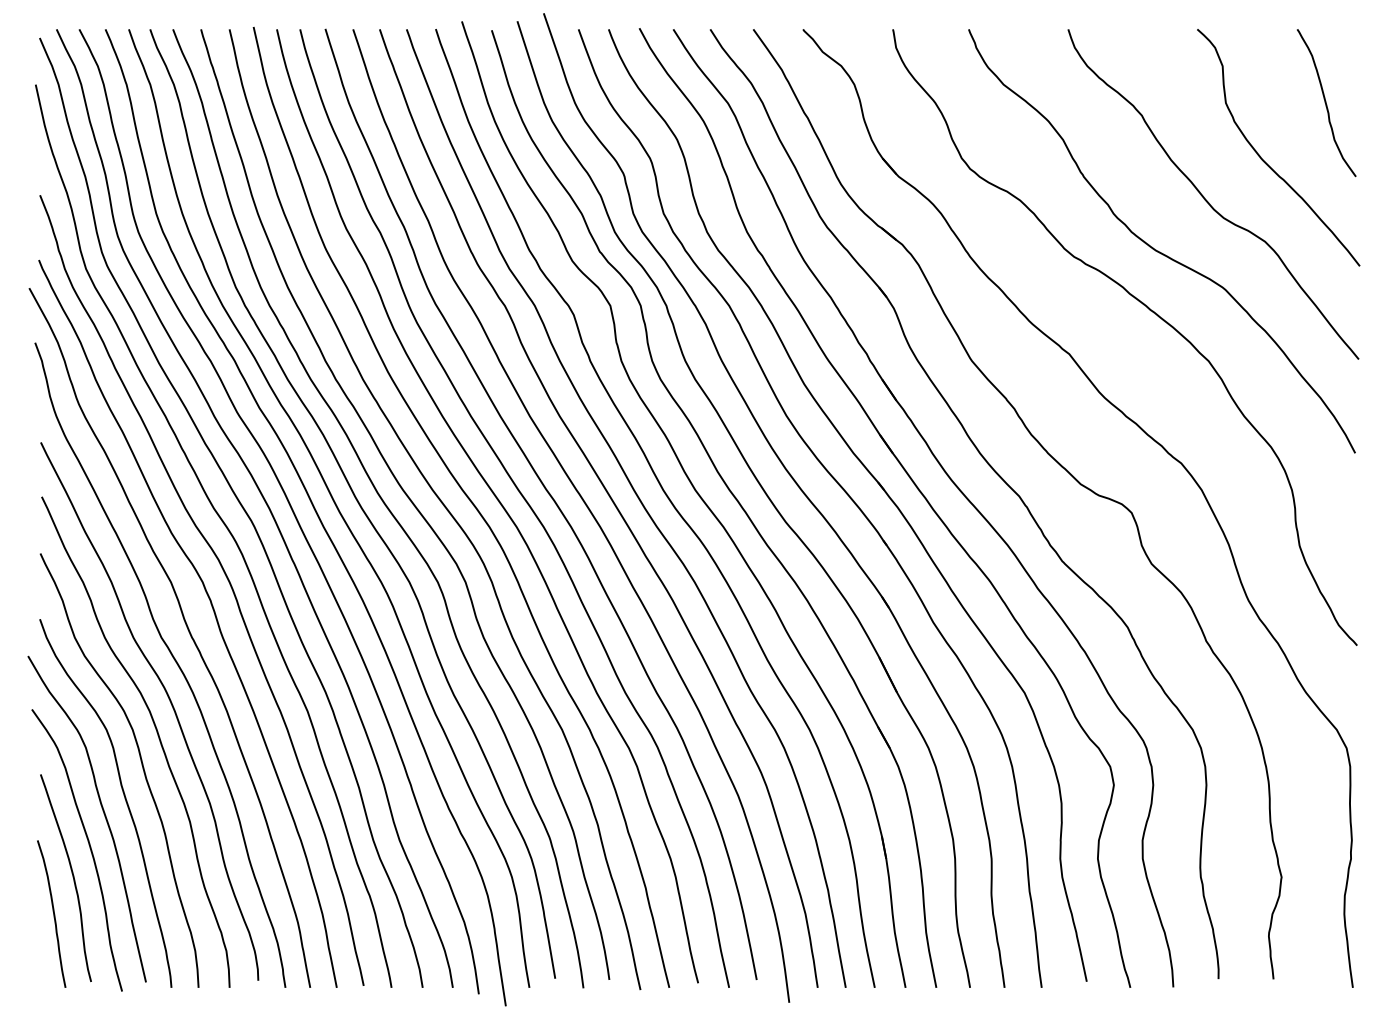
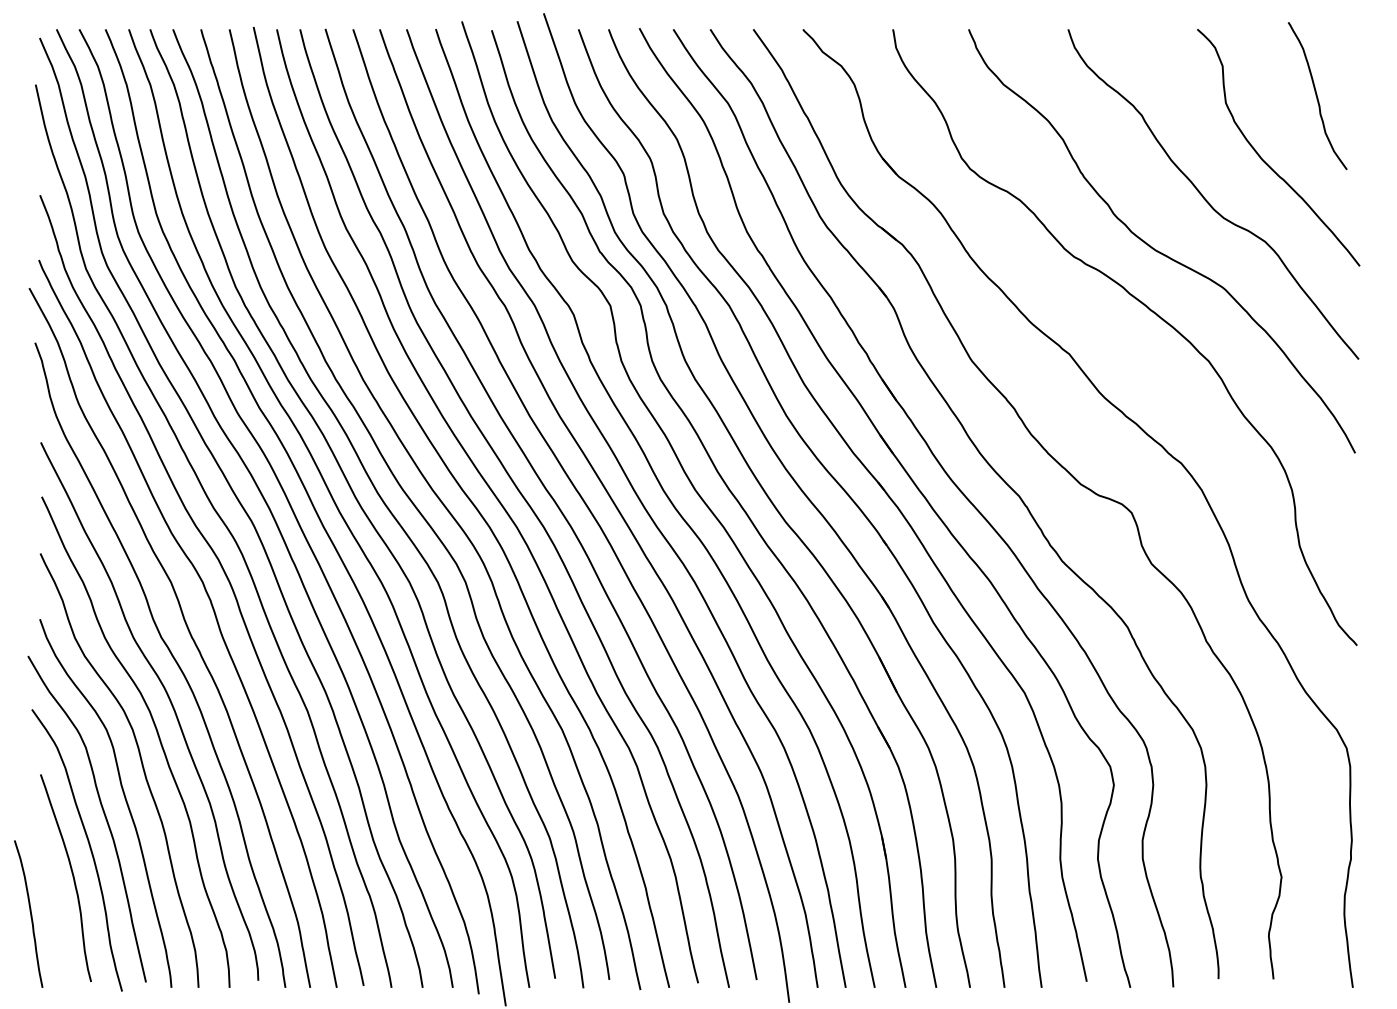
curve at (1326, 103) position: (1326, 103) -> (1317, 96)
curve at (53, 913) position: (53, 913) -> (30, 913)
